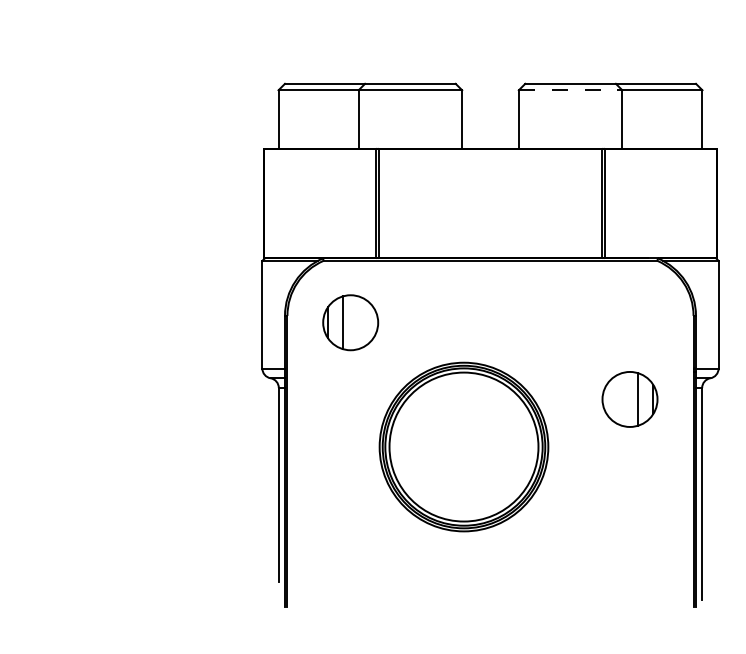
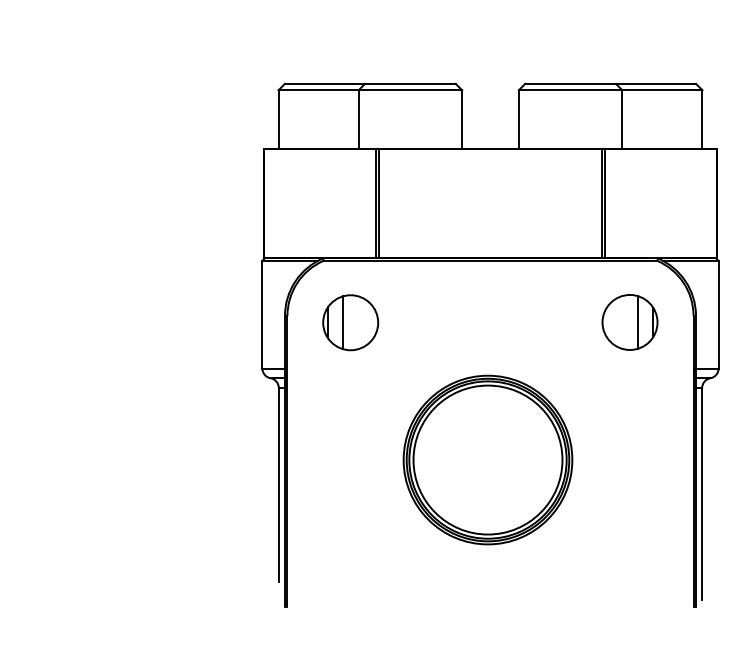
line at (570, 90): dashed -> solid
part at (629, 399) position: (629, 399) -> (629, 322)
part at (463, 446) position: (463, 446) -> (487, 459)
